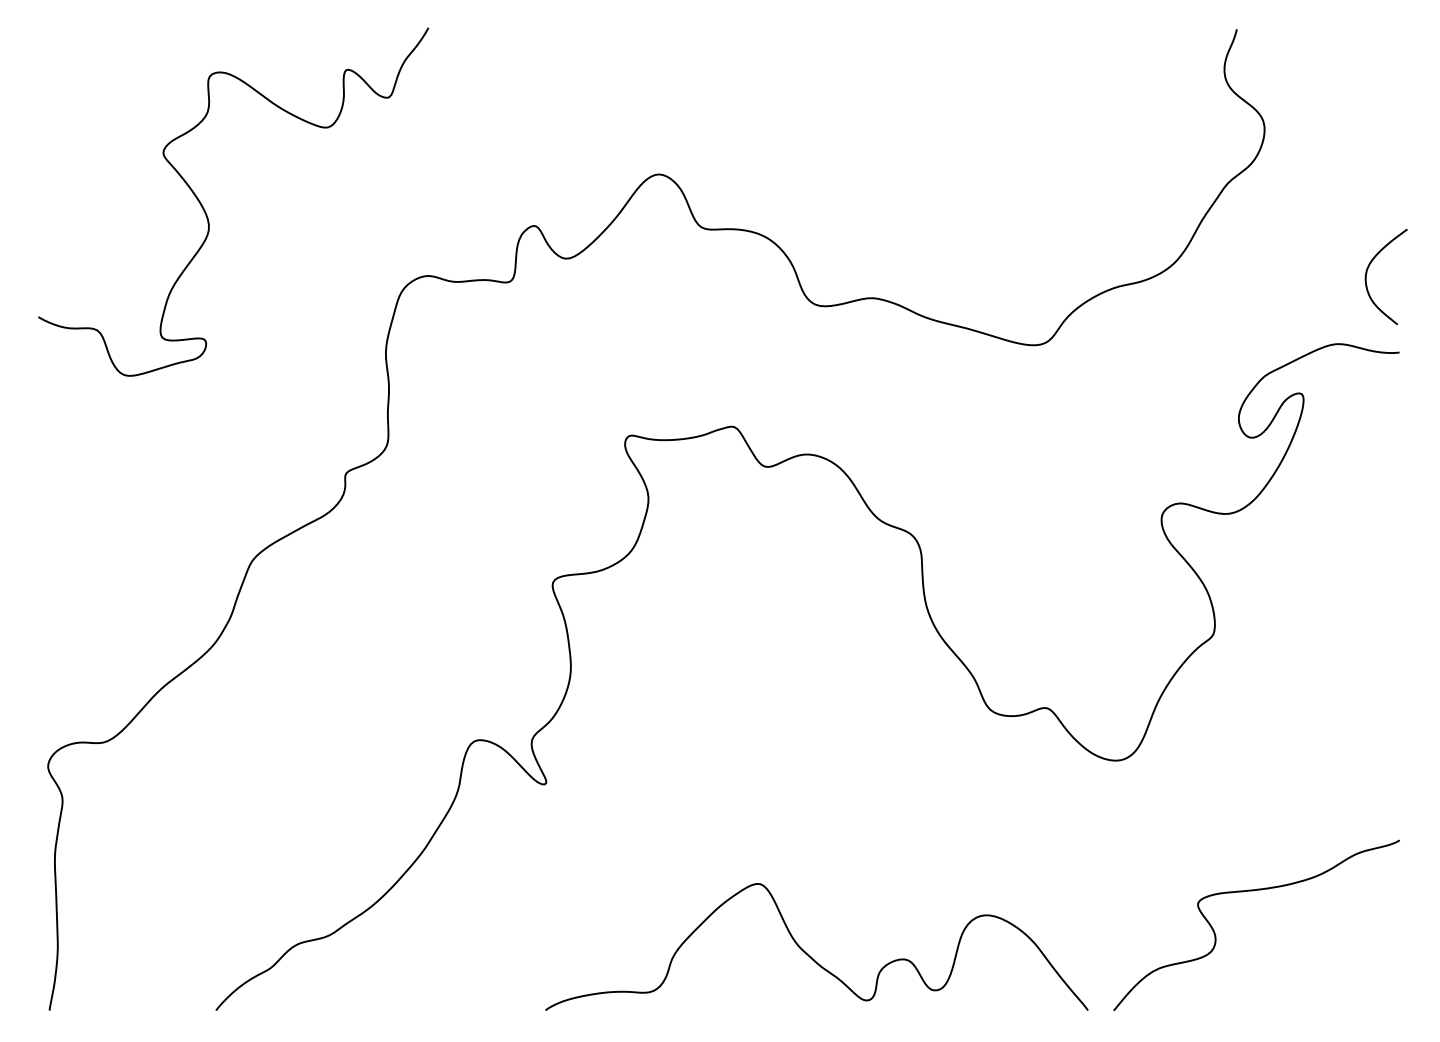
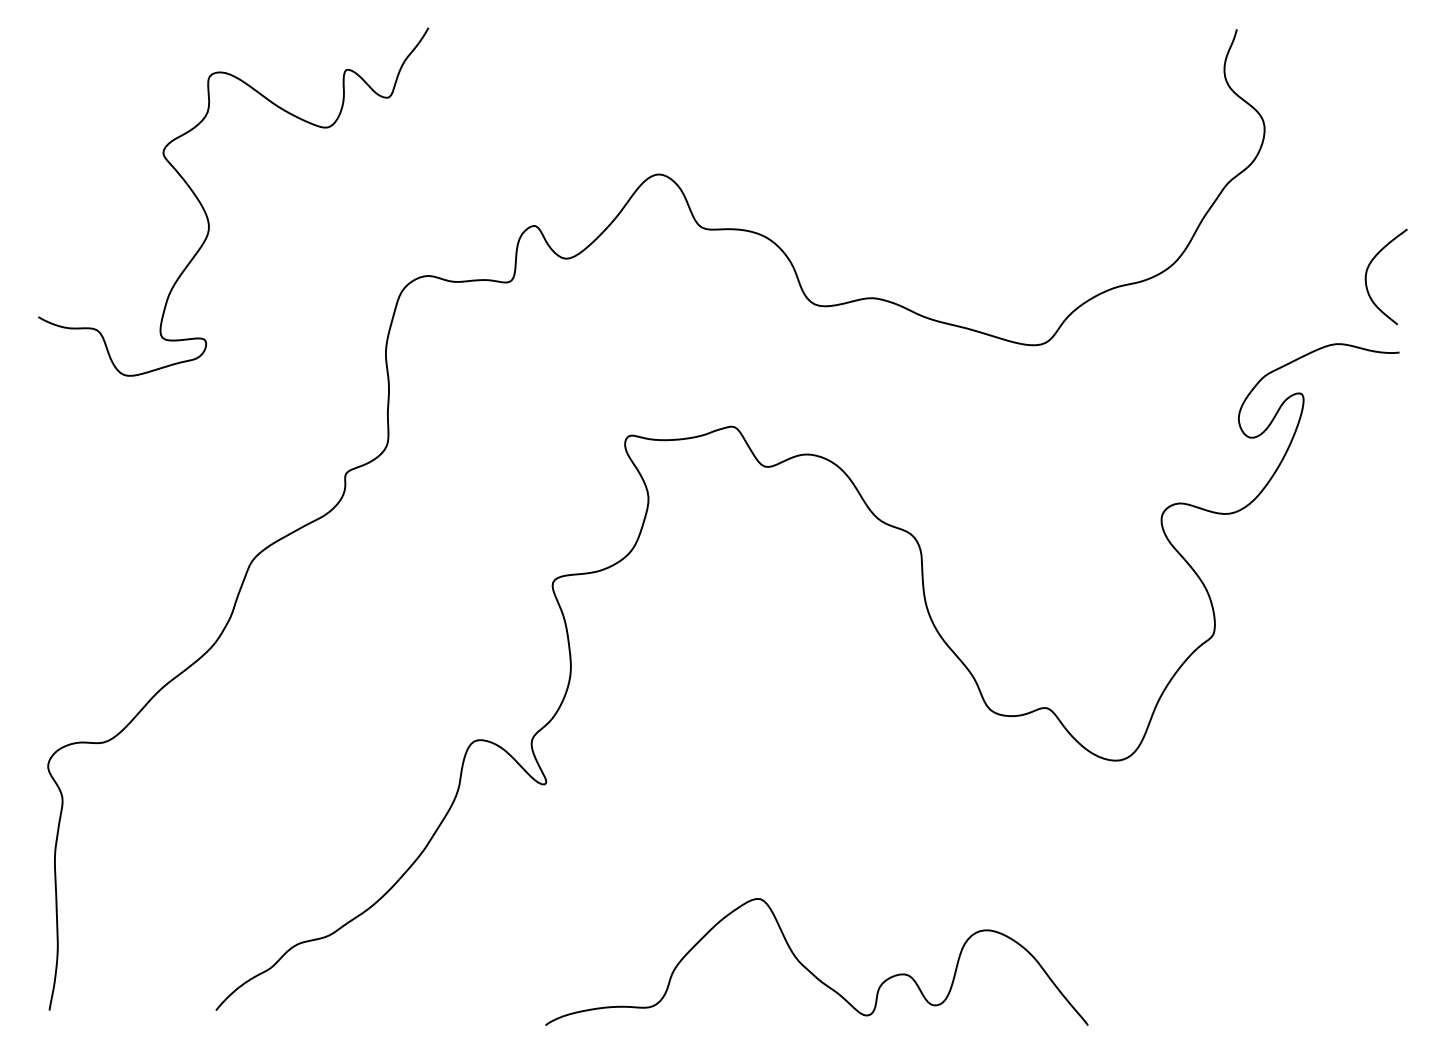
curve at (1253, 891): present -> none
curve at (810, 955) position: (810, 955) -> (810, 970)
